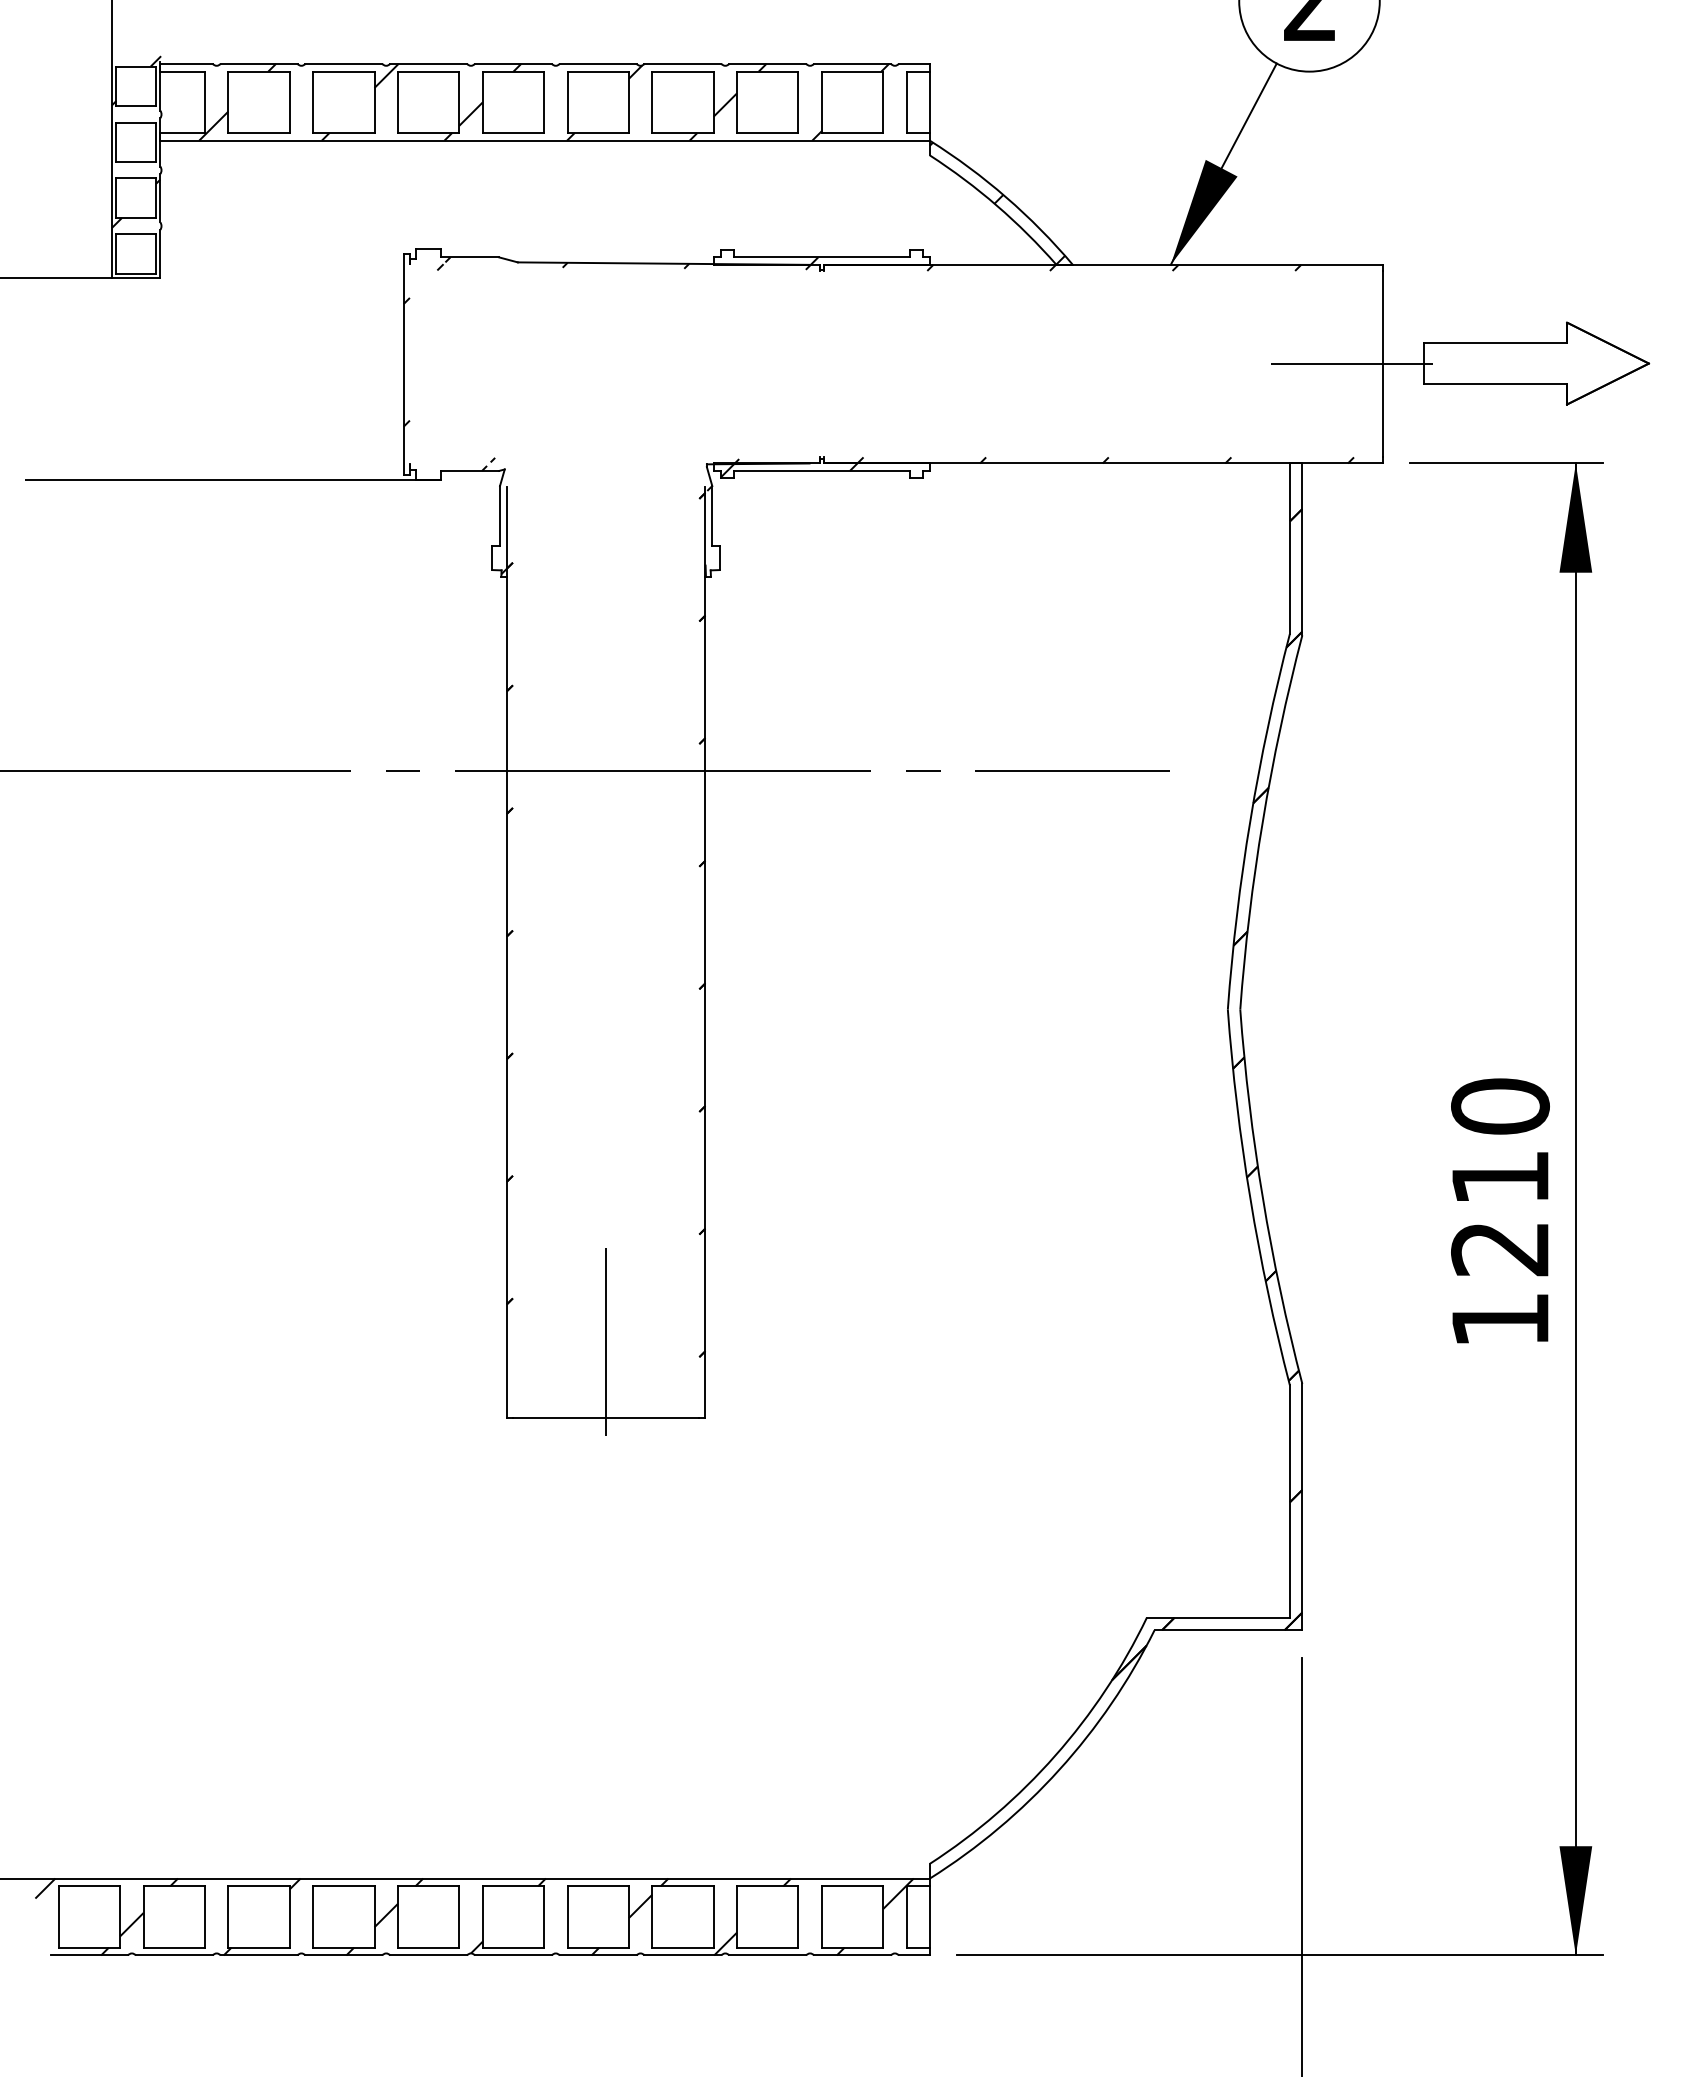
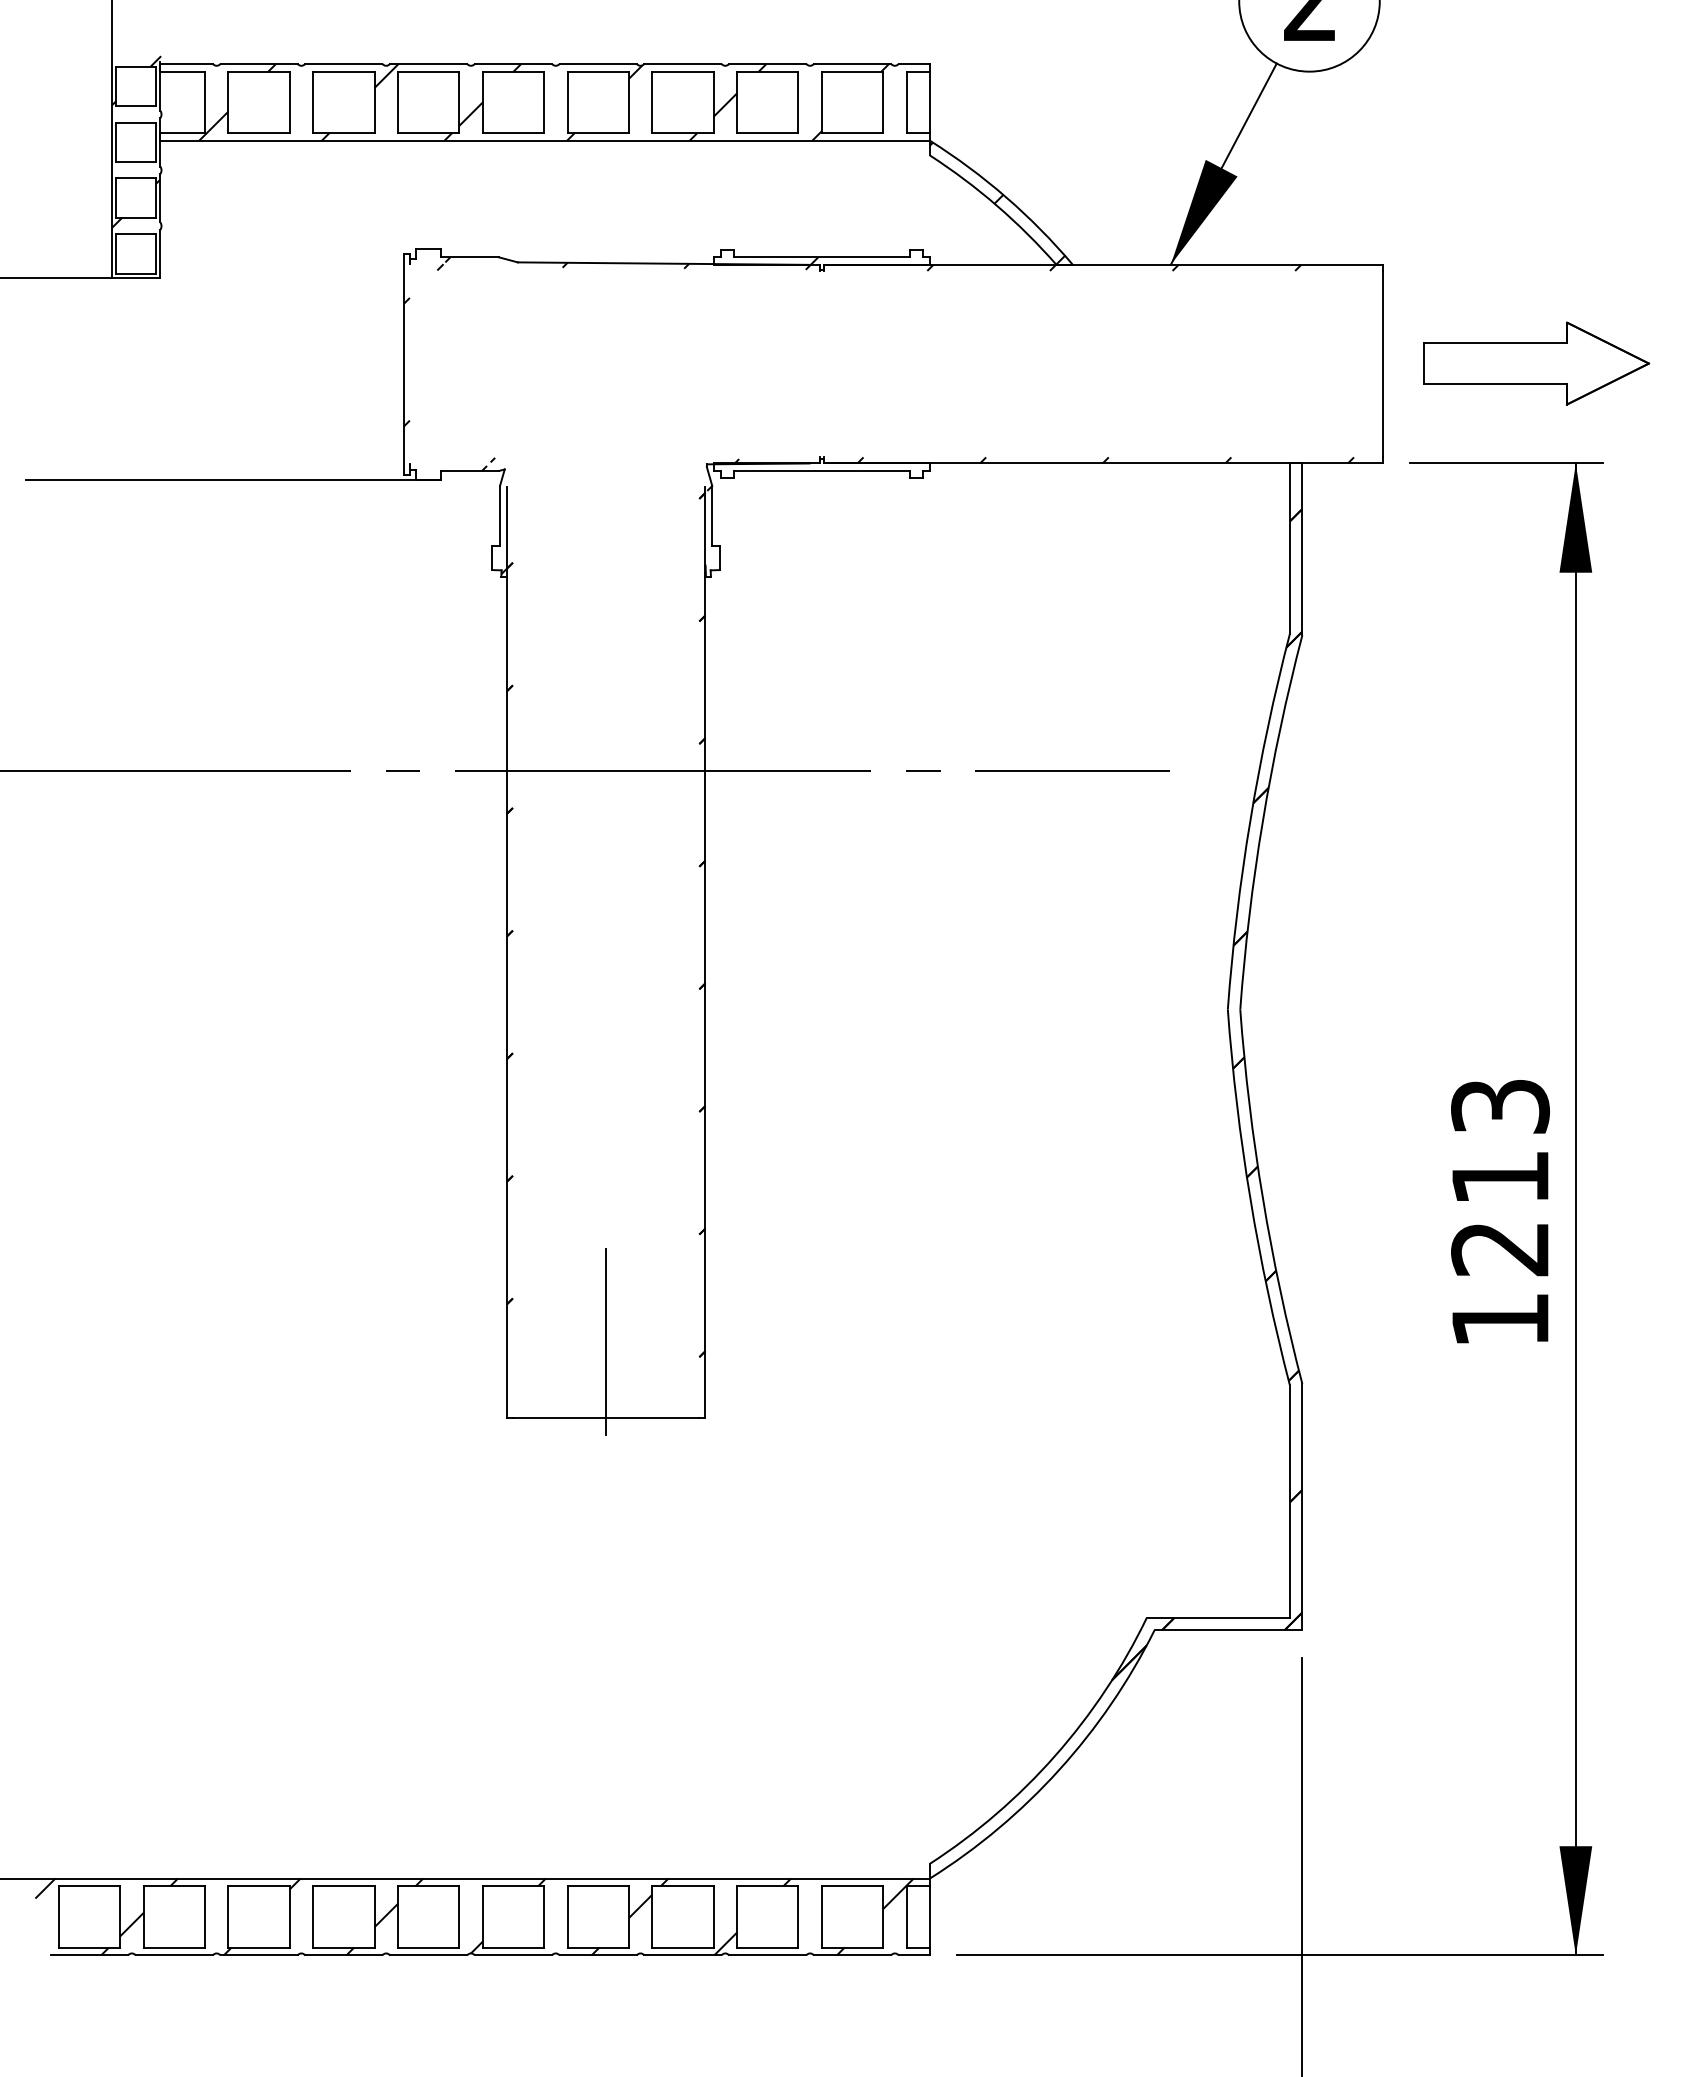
line at (1351, 364): present -> none
hatch at (789, 469): present -> none
text at (1500, 1106): 1210 -> 1213
